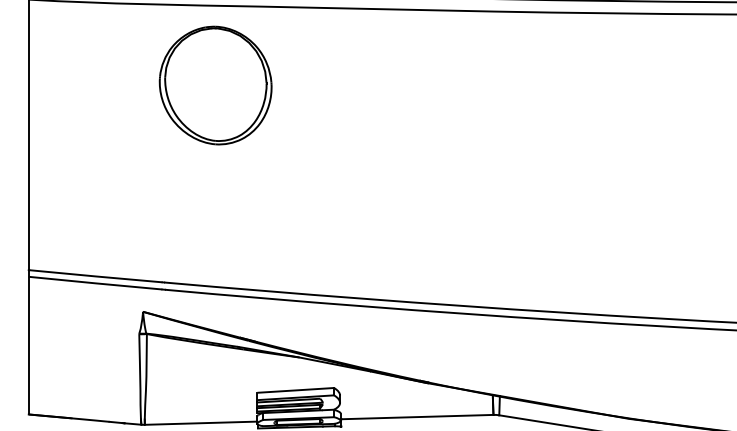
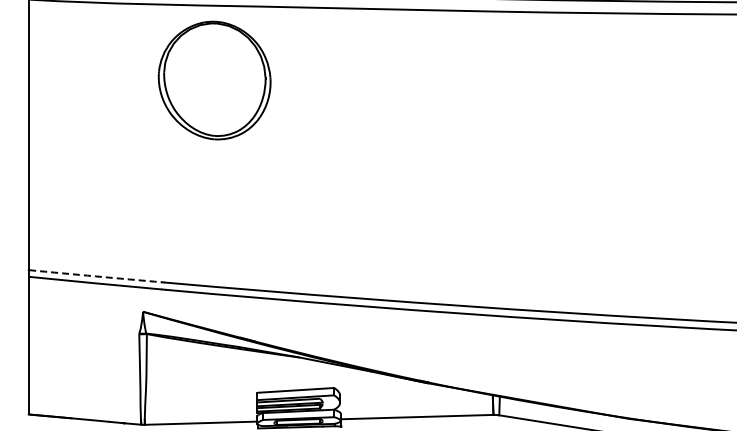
part at (215, 85) position: (215, 85) -> (214, 80)
arc at (95, 276): solid -> dashed
